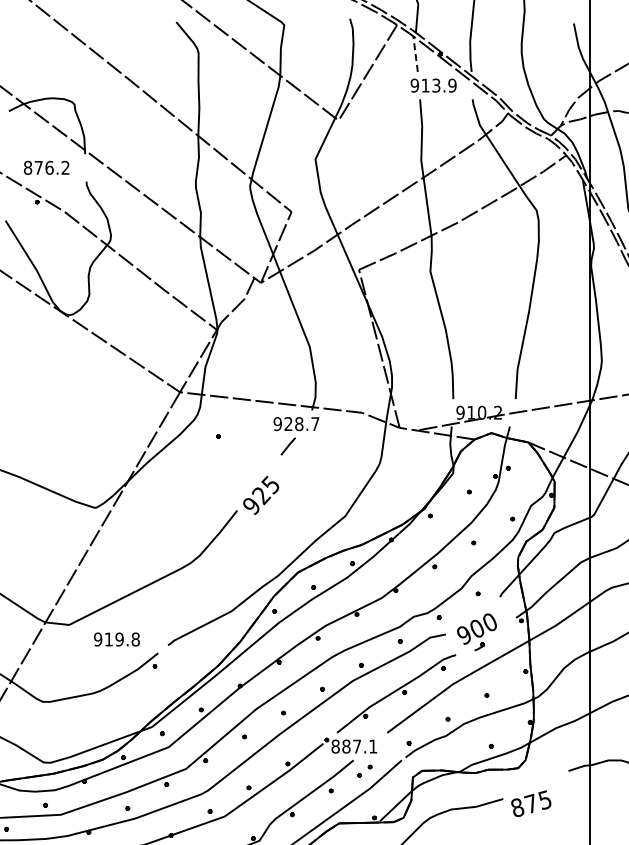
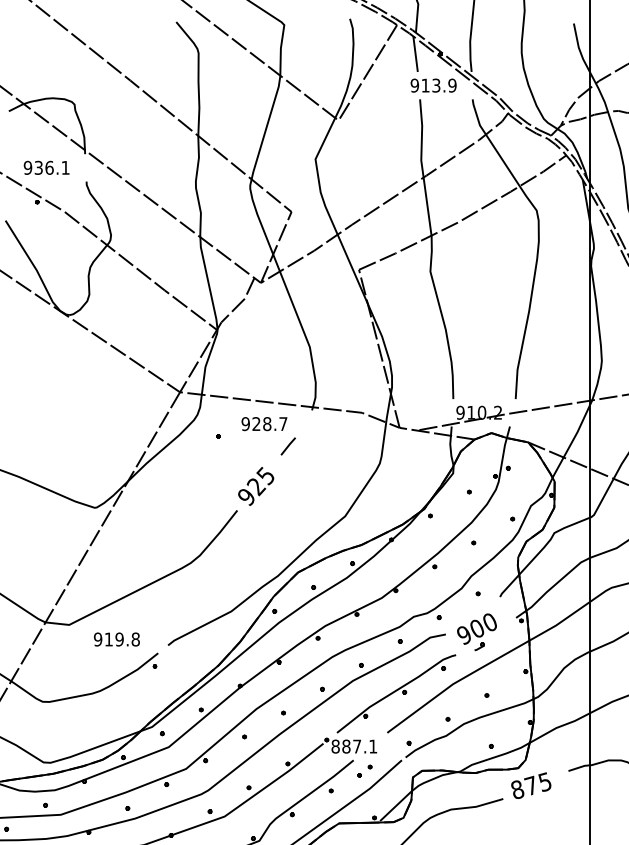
line at (415, 54): dashed -> solid
text at (46, 167): 876.2 -> 936.1
text at (296, 424) position: (296, 424) -> (264, 424)
text at (261, 495) position: (261, 495) -> (256, 486)
text at (531, 803) position: (531, 803) -> (531, 785)
